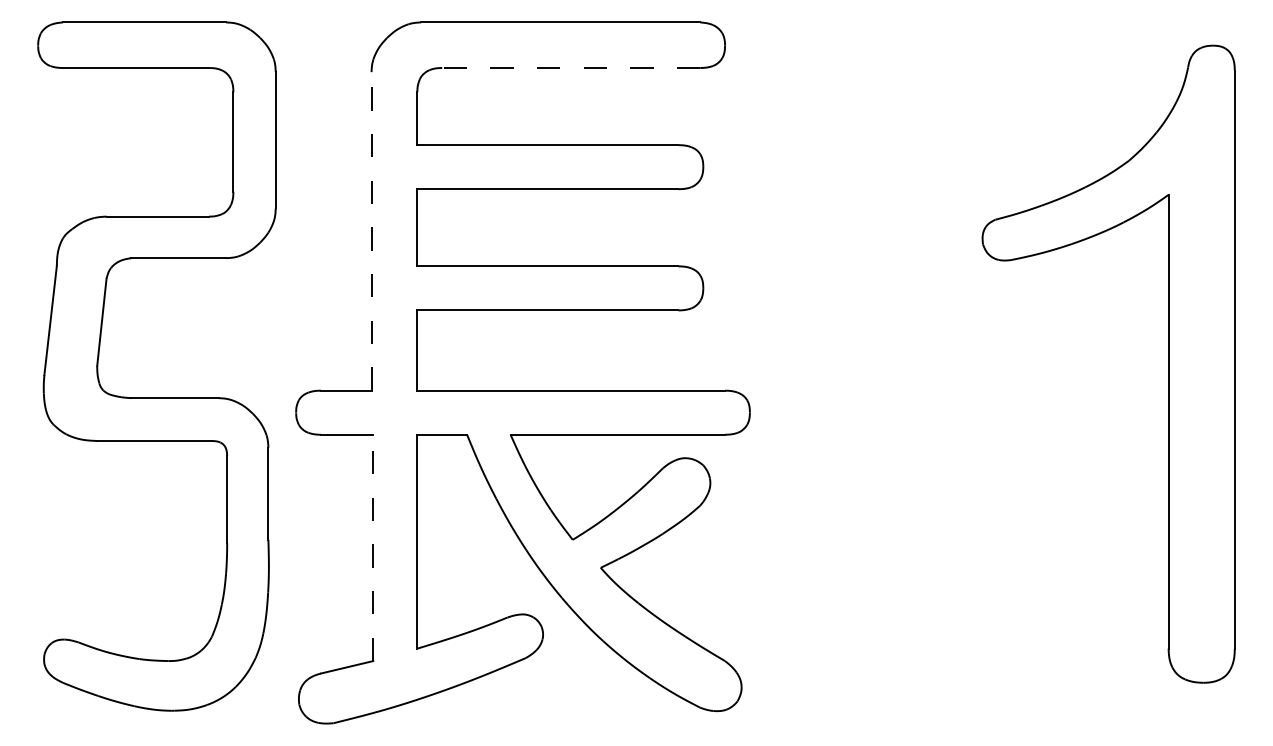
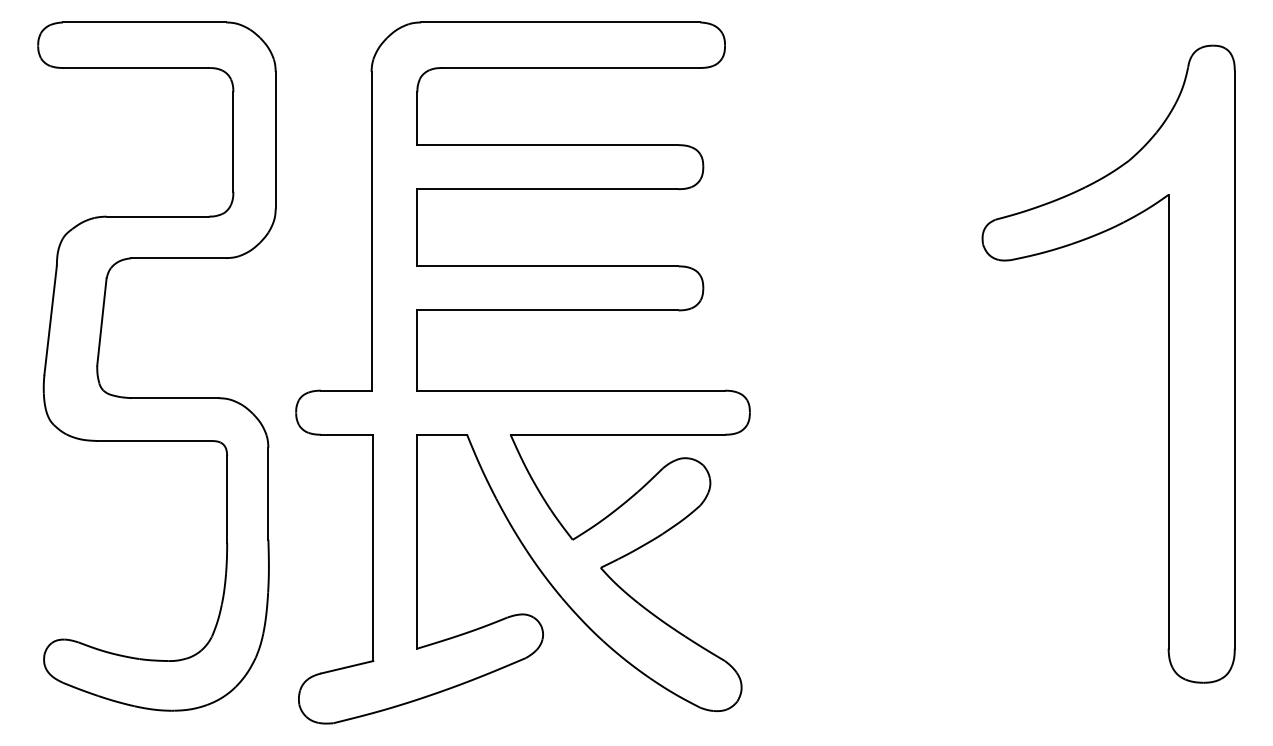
line at (571, 68): dashed -> solid
line at (371, 230): dashed -> solid
line at (373, 547): dashed -> solid
